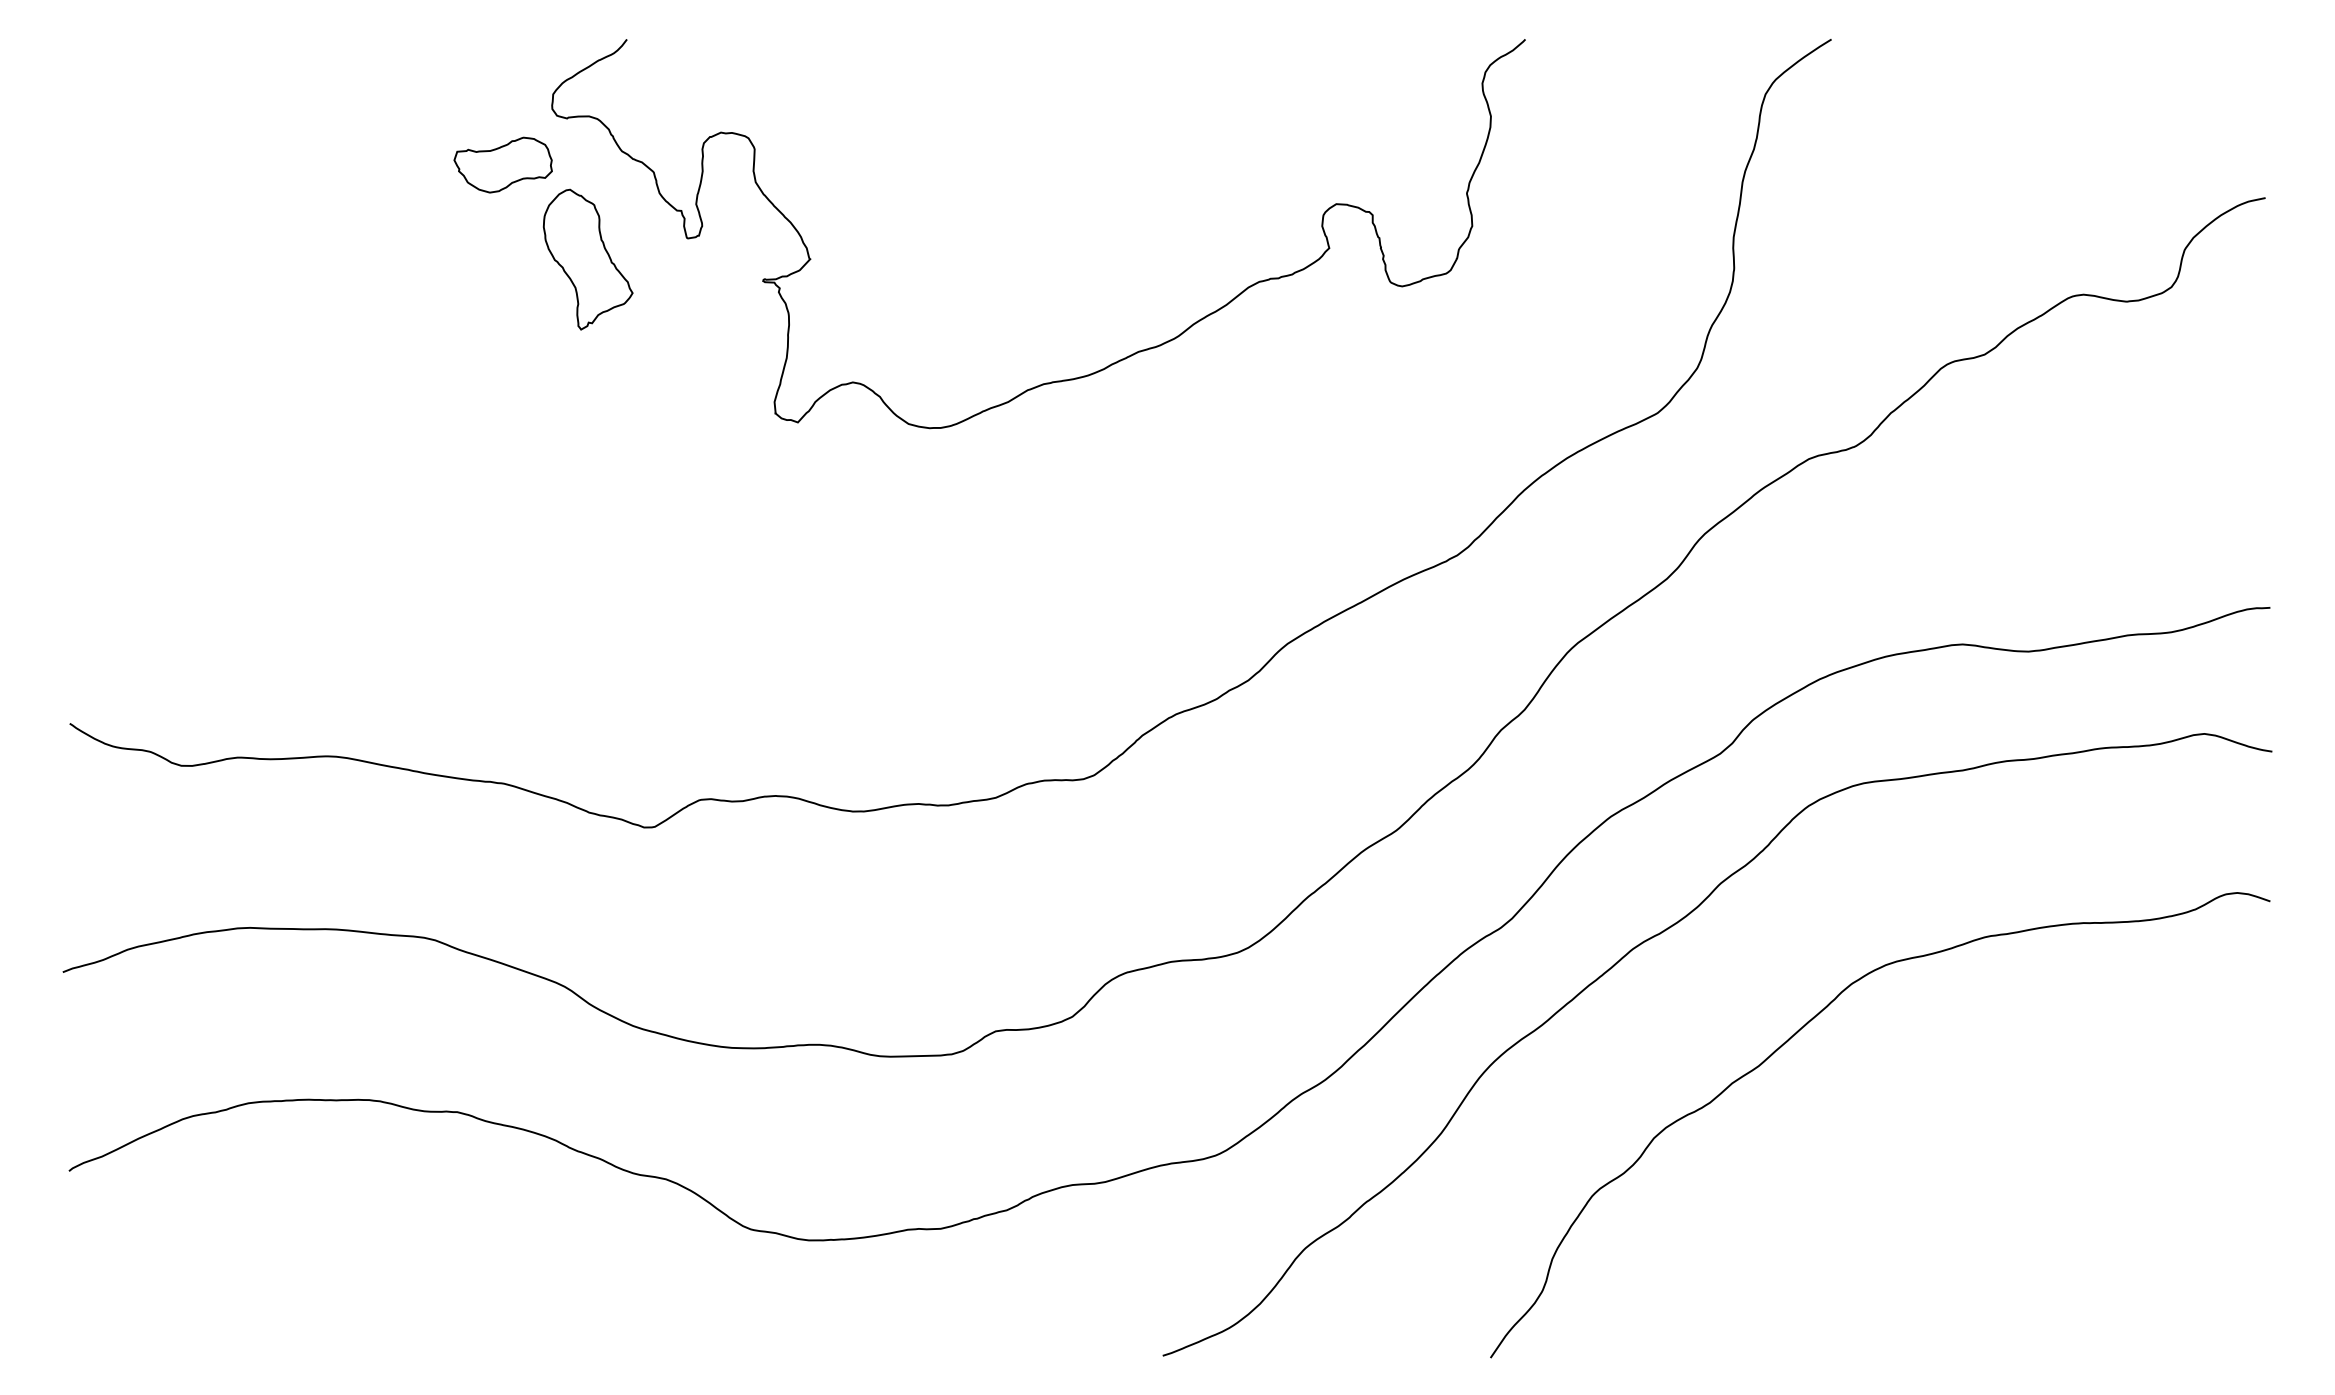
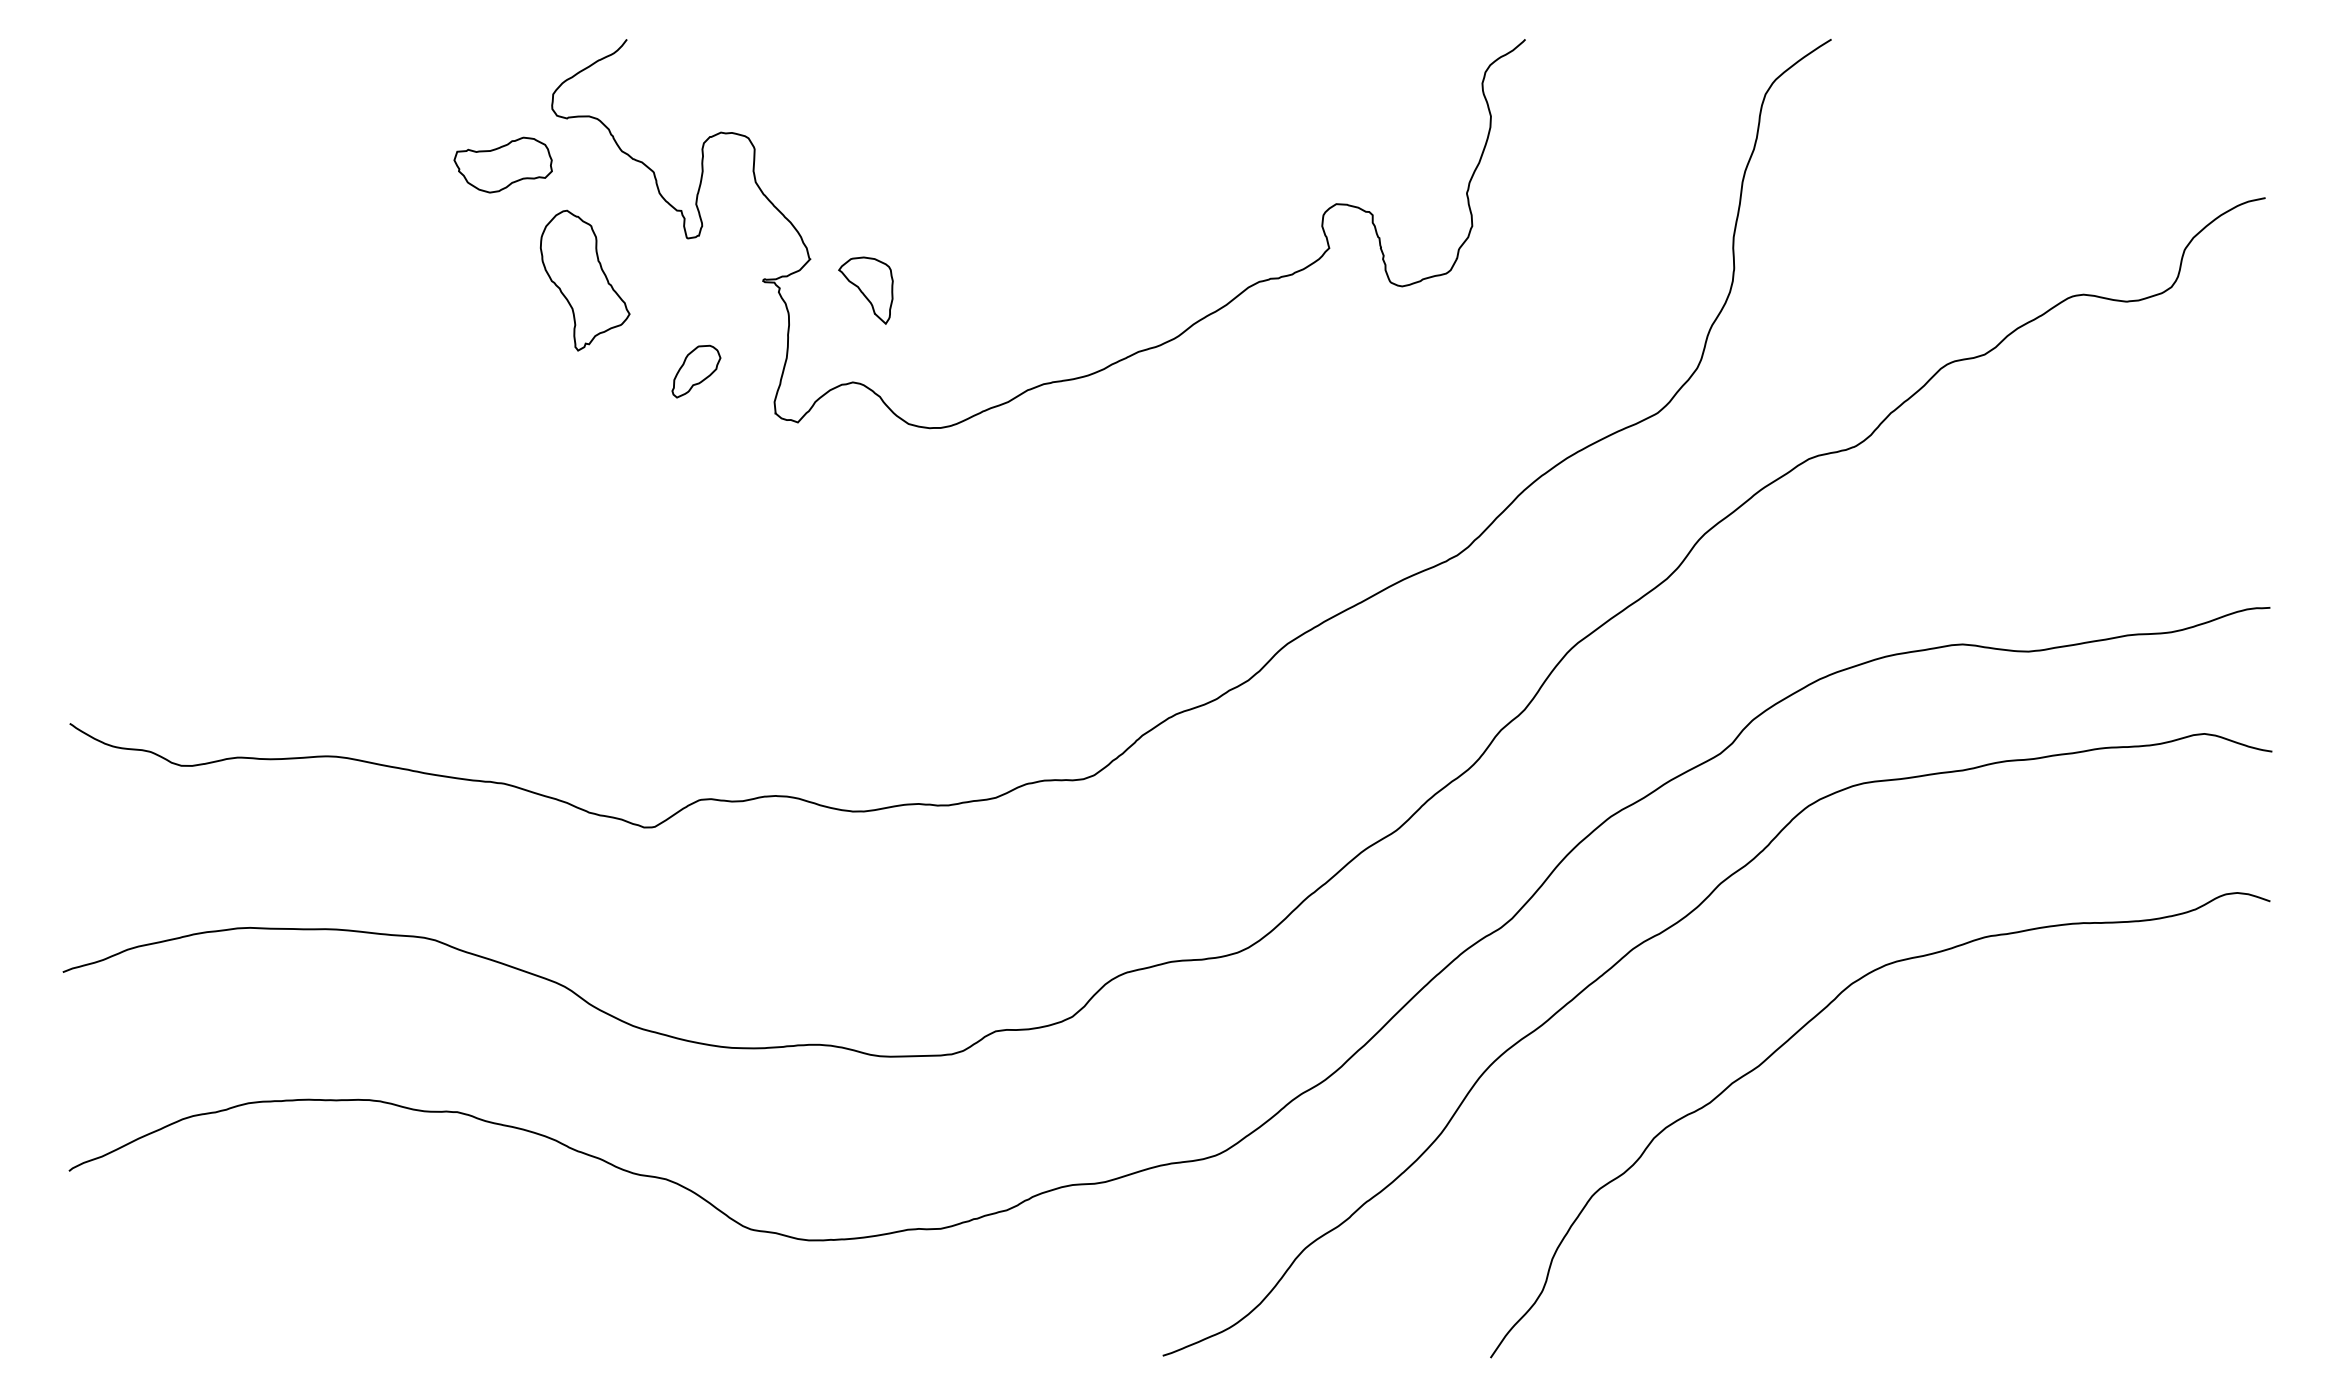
part at (587, 259) position: (587, 259) -> (584, 280)
part at (865, 290): none -> present
part at (696, 371): none -> present
